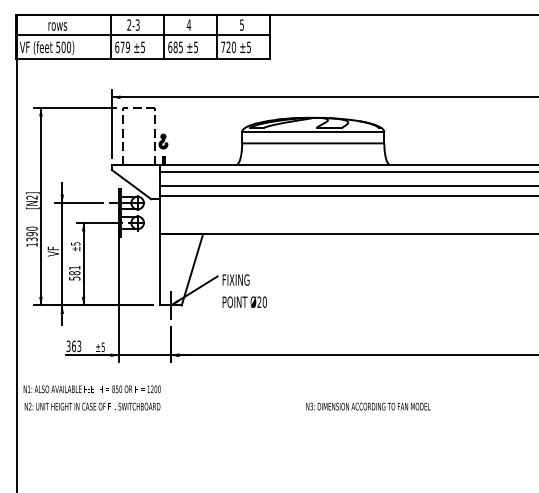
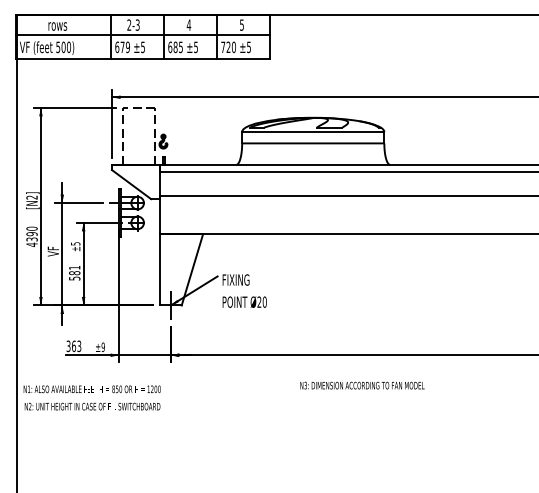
line at (347, 186): present -> none
text at (31, 244): 1390 -> 4390
text at (102, 346): ±5 -> ±9
text at (368, 406) position: (368, 406) -> (362, 385)
